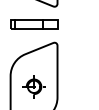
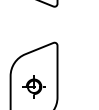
part at (34, 24): present -> none
